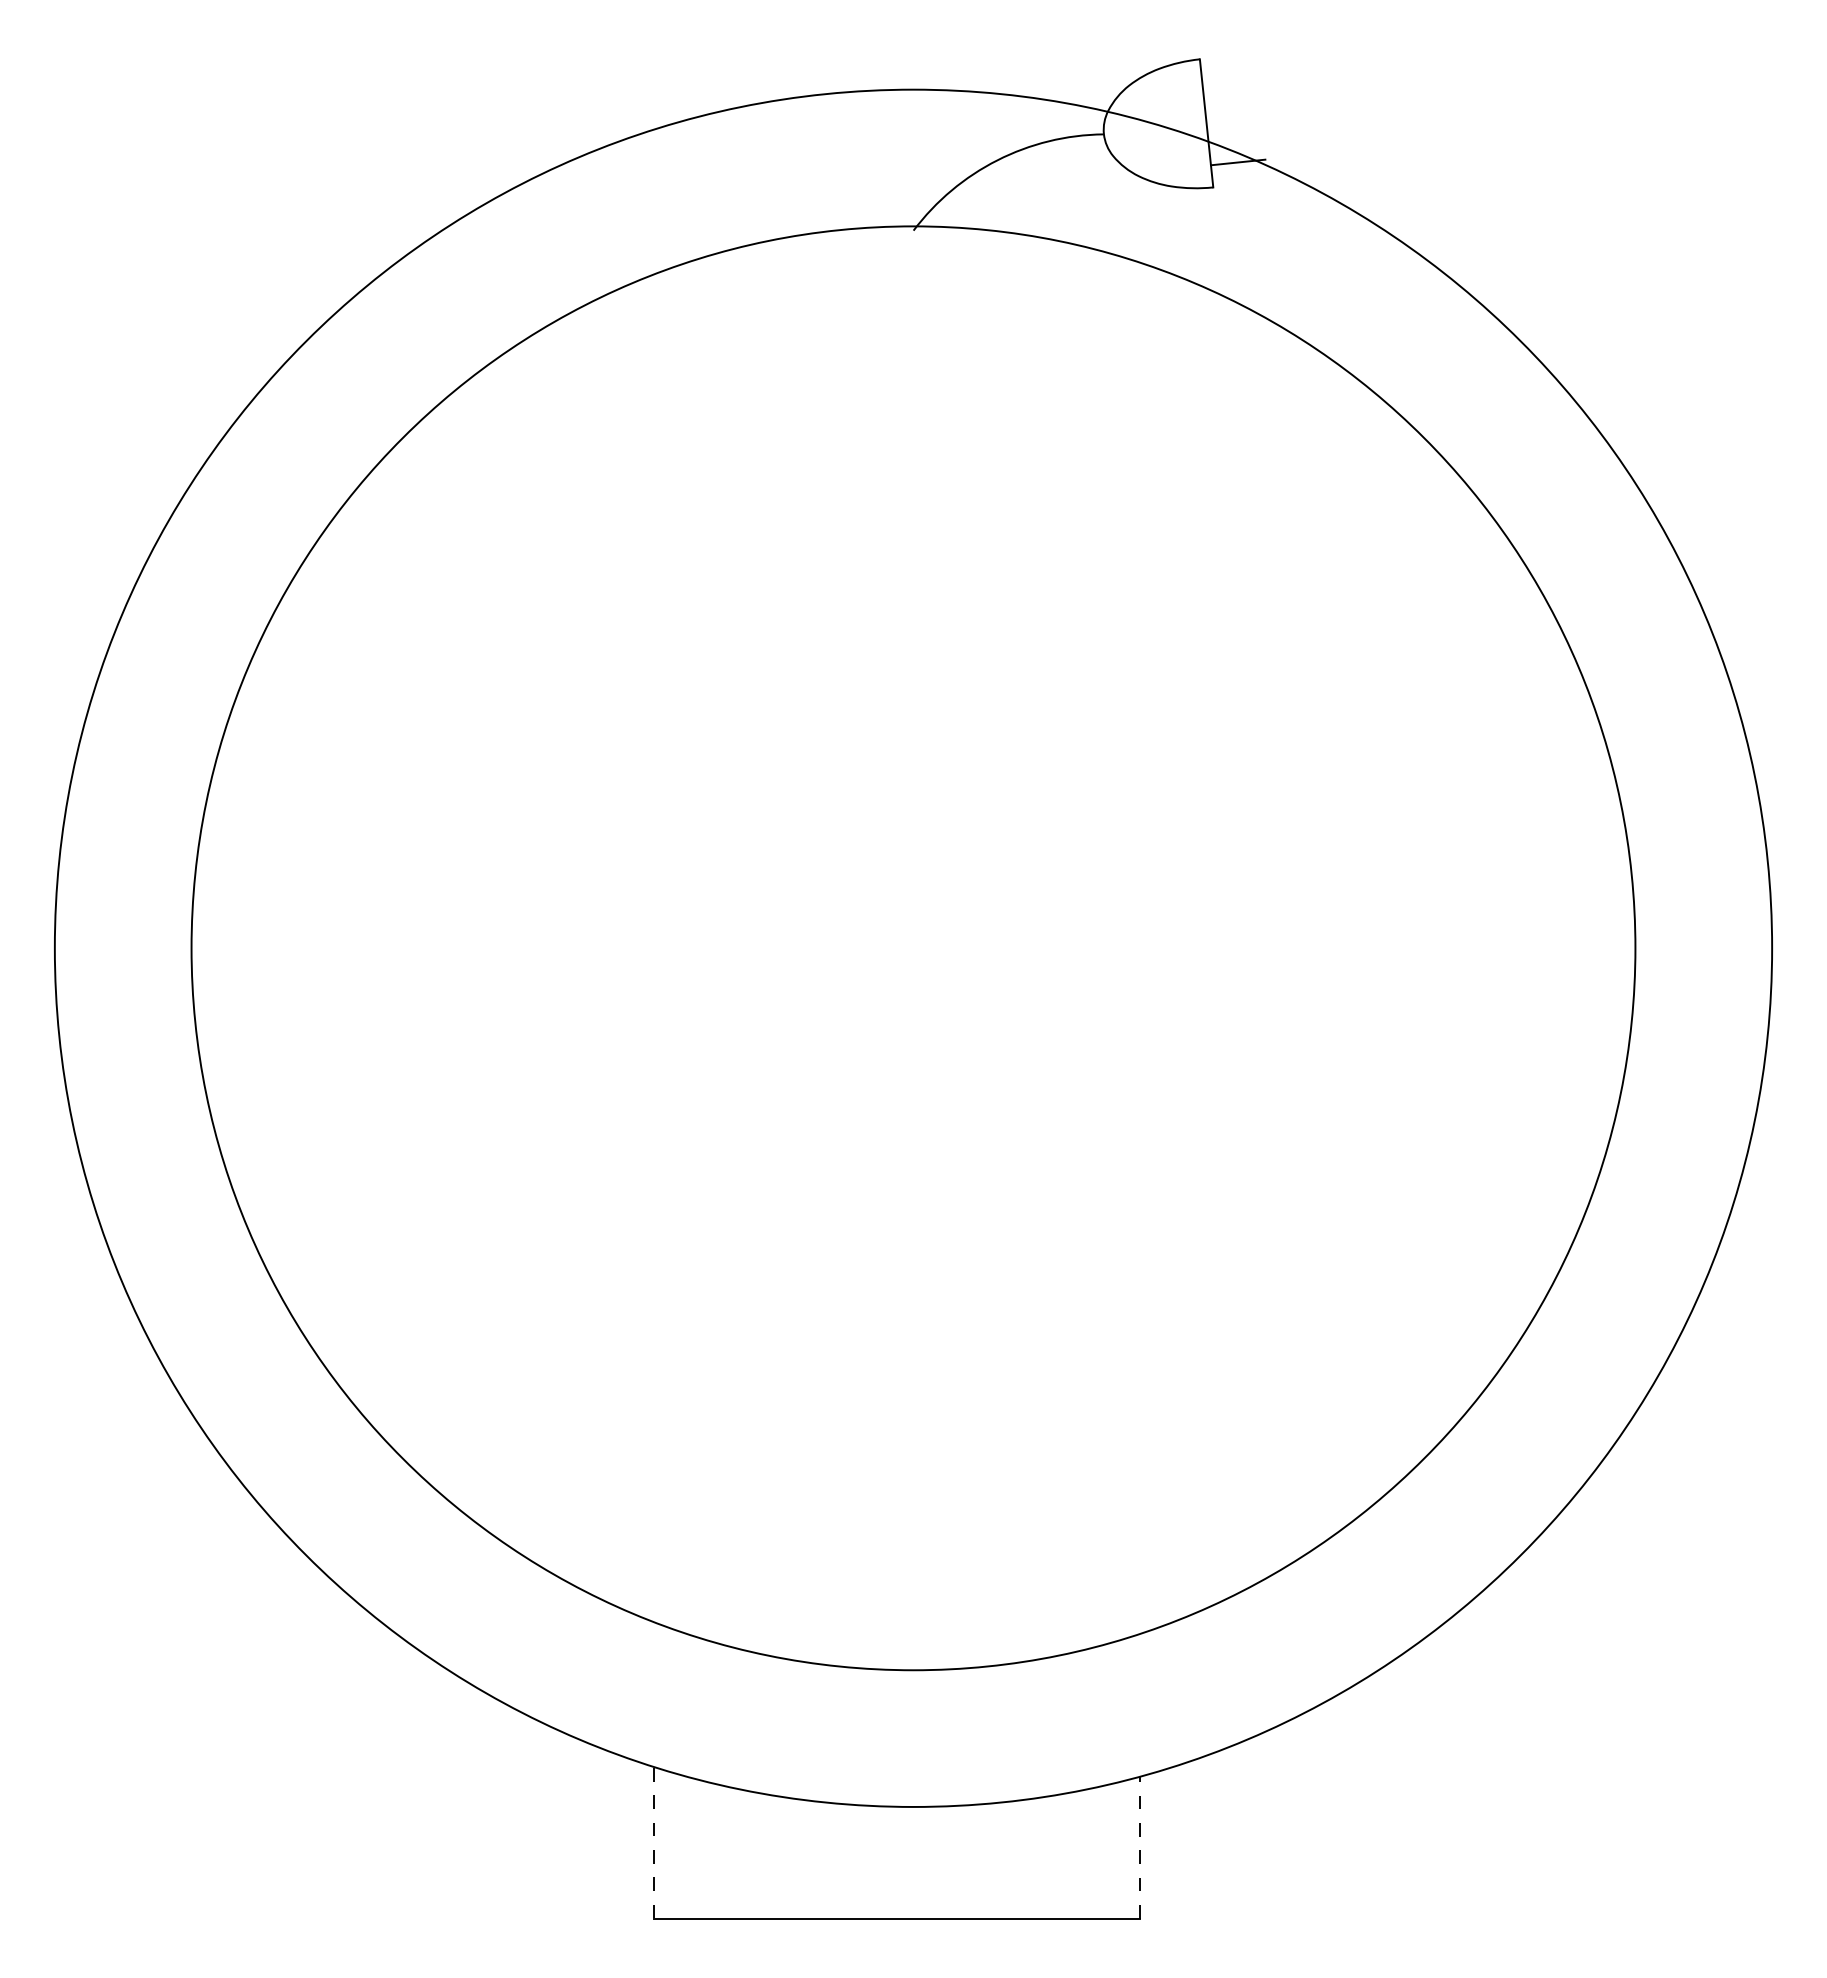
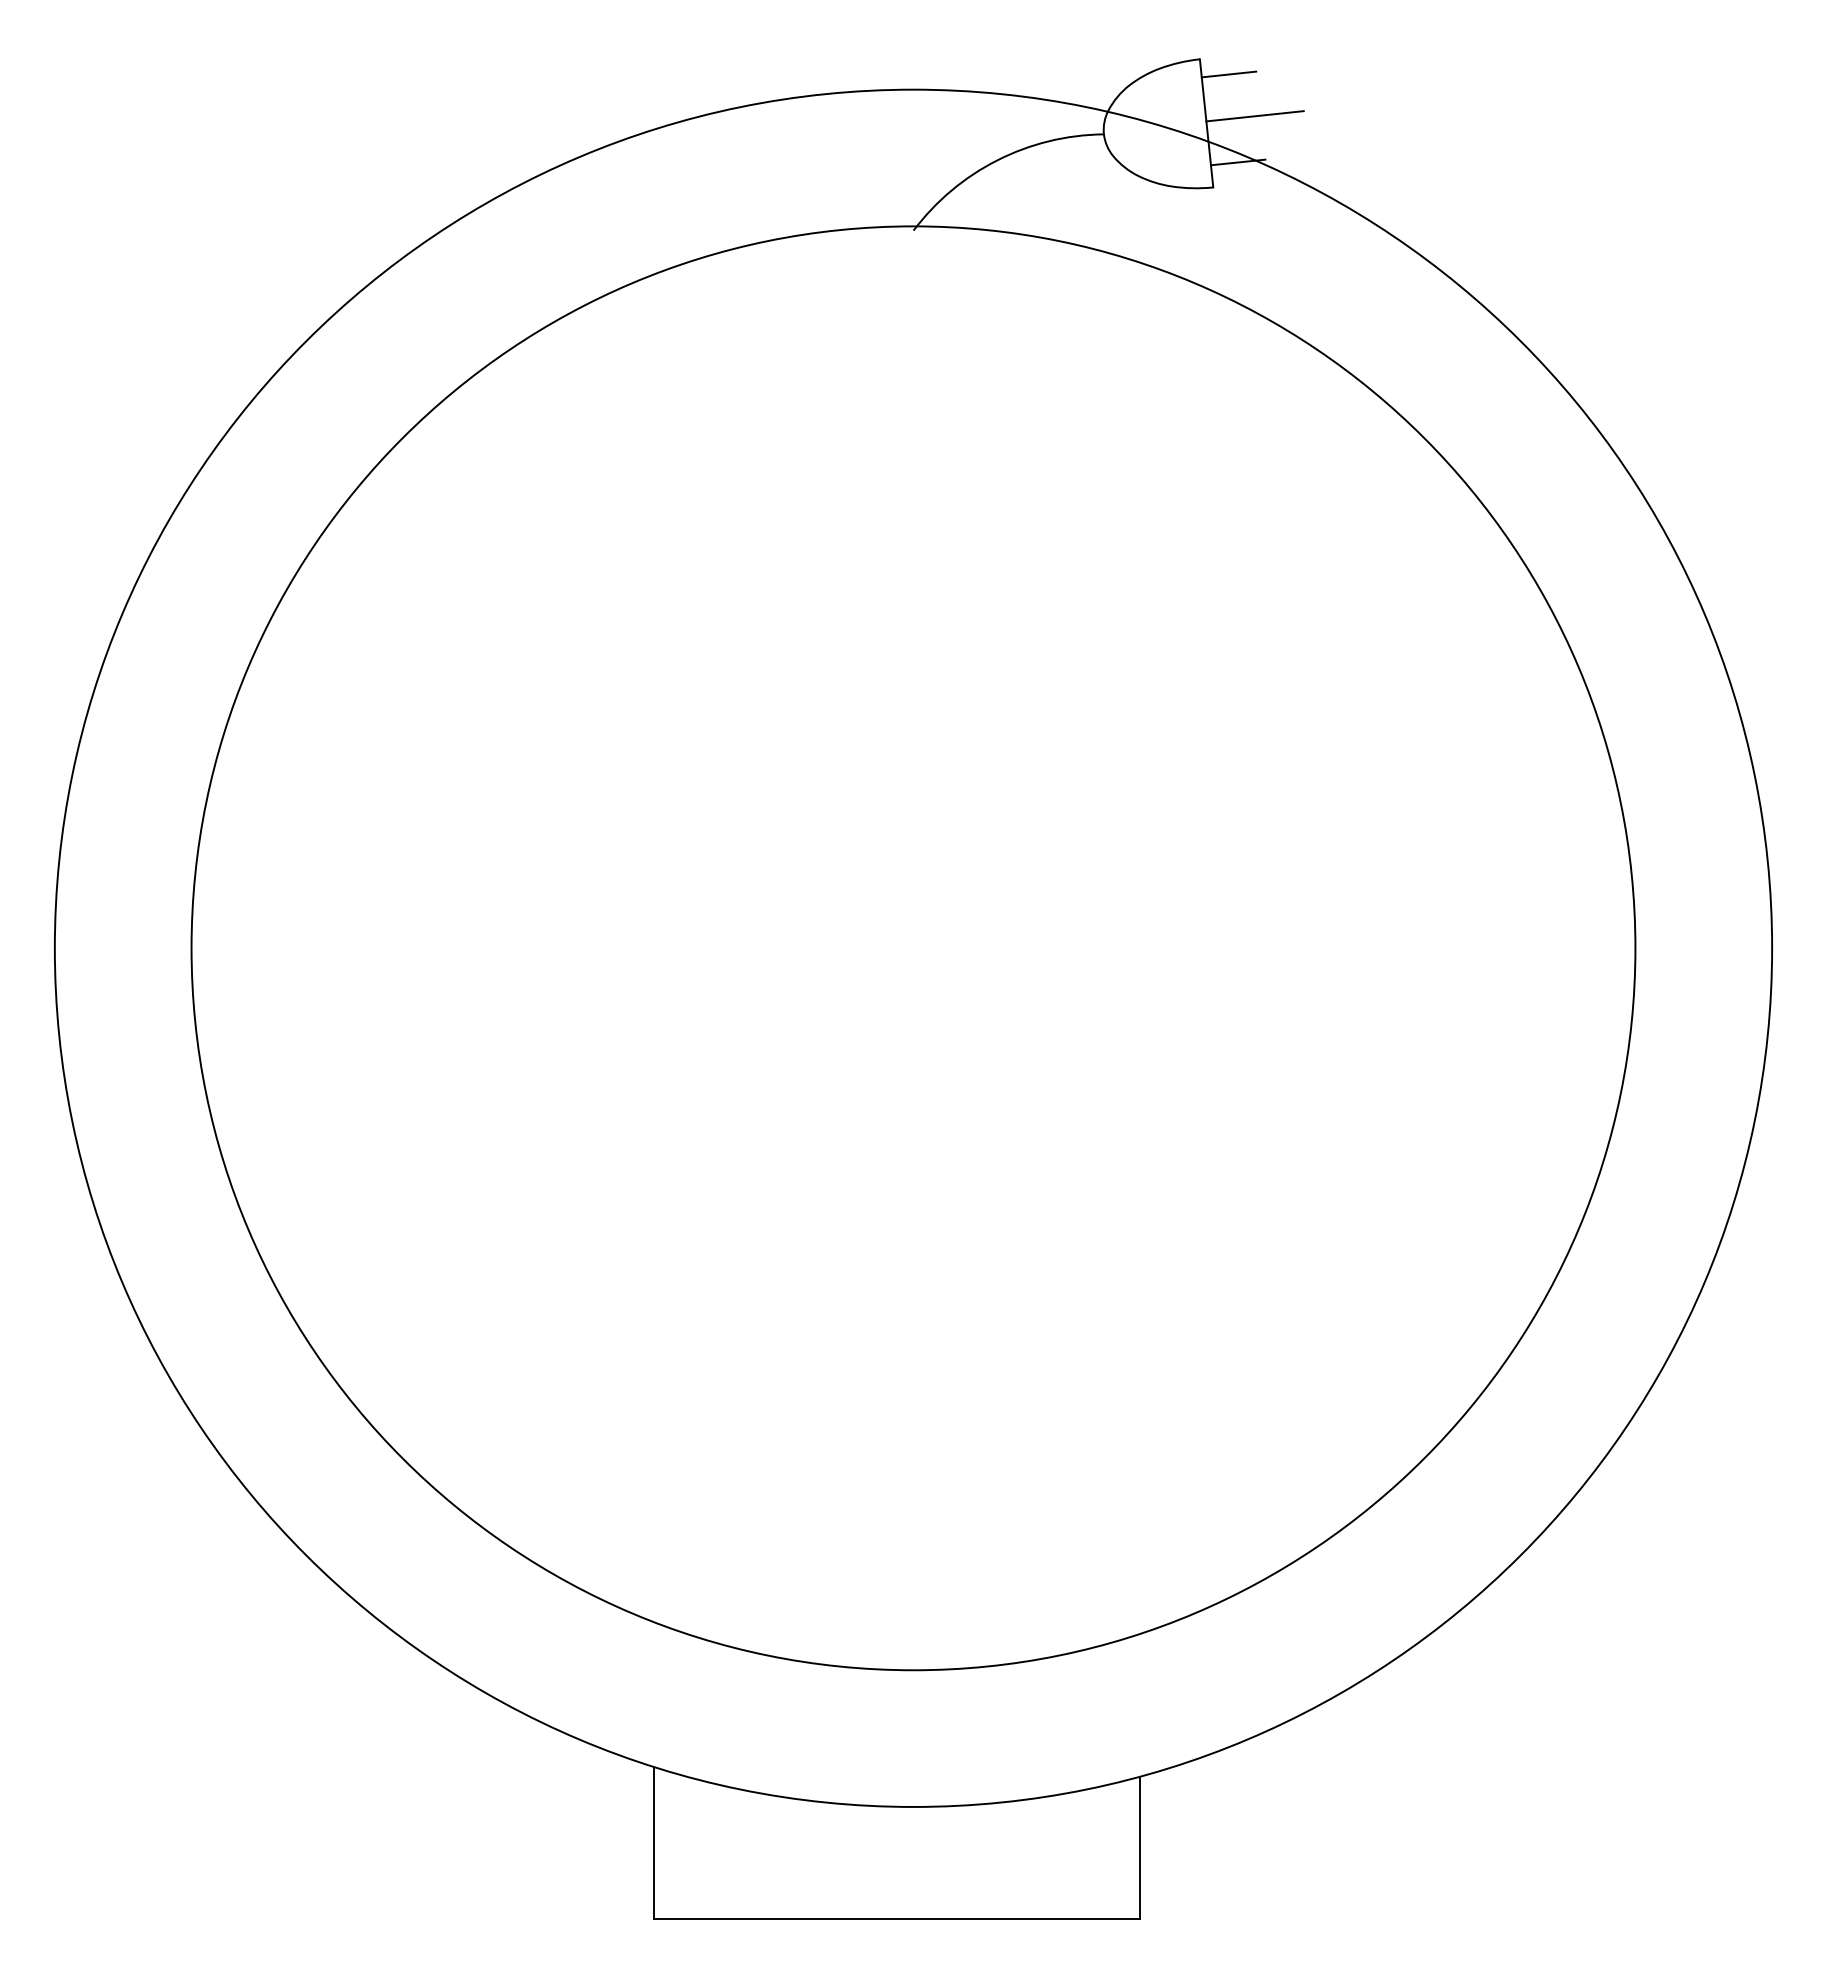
line at (1228, 74): none -> present
line at (1254, 116): none -> present
line at (654, 1843): dashed -> solid
line at (1139, 1847): dashed -> solid
